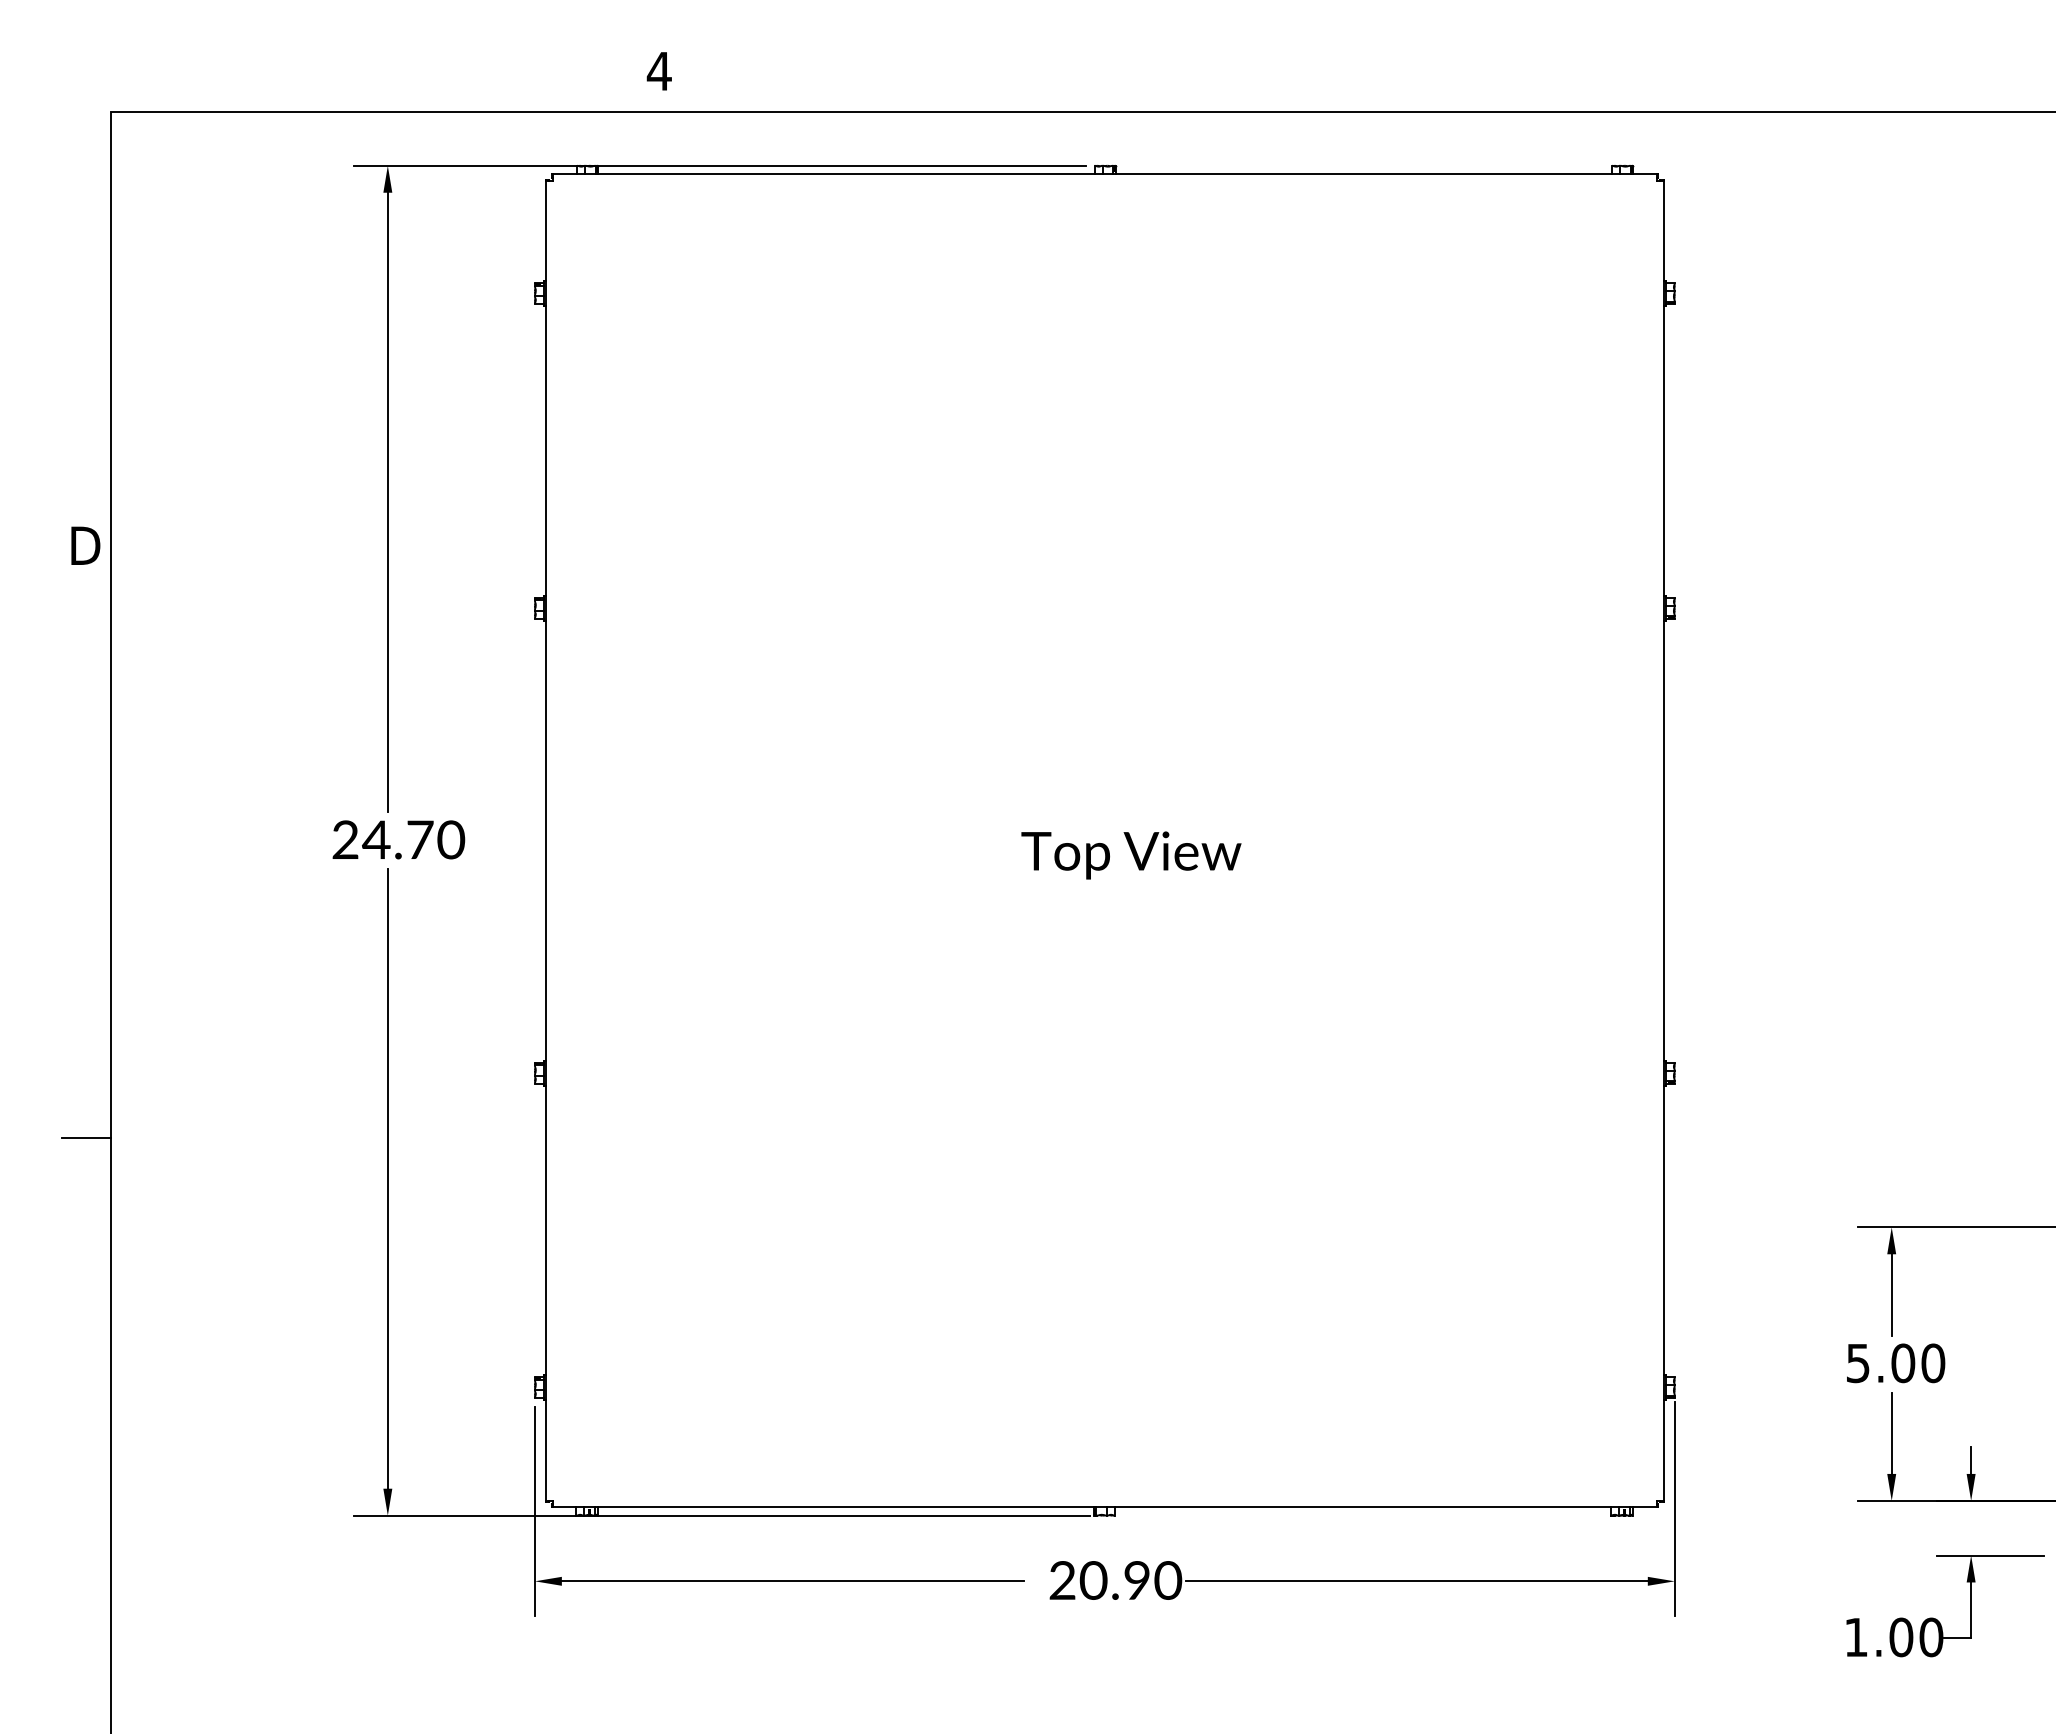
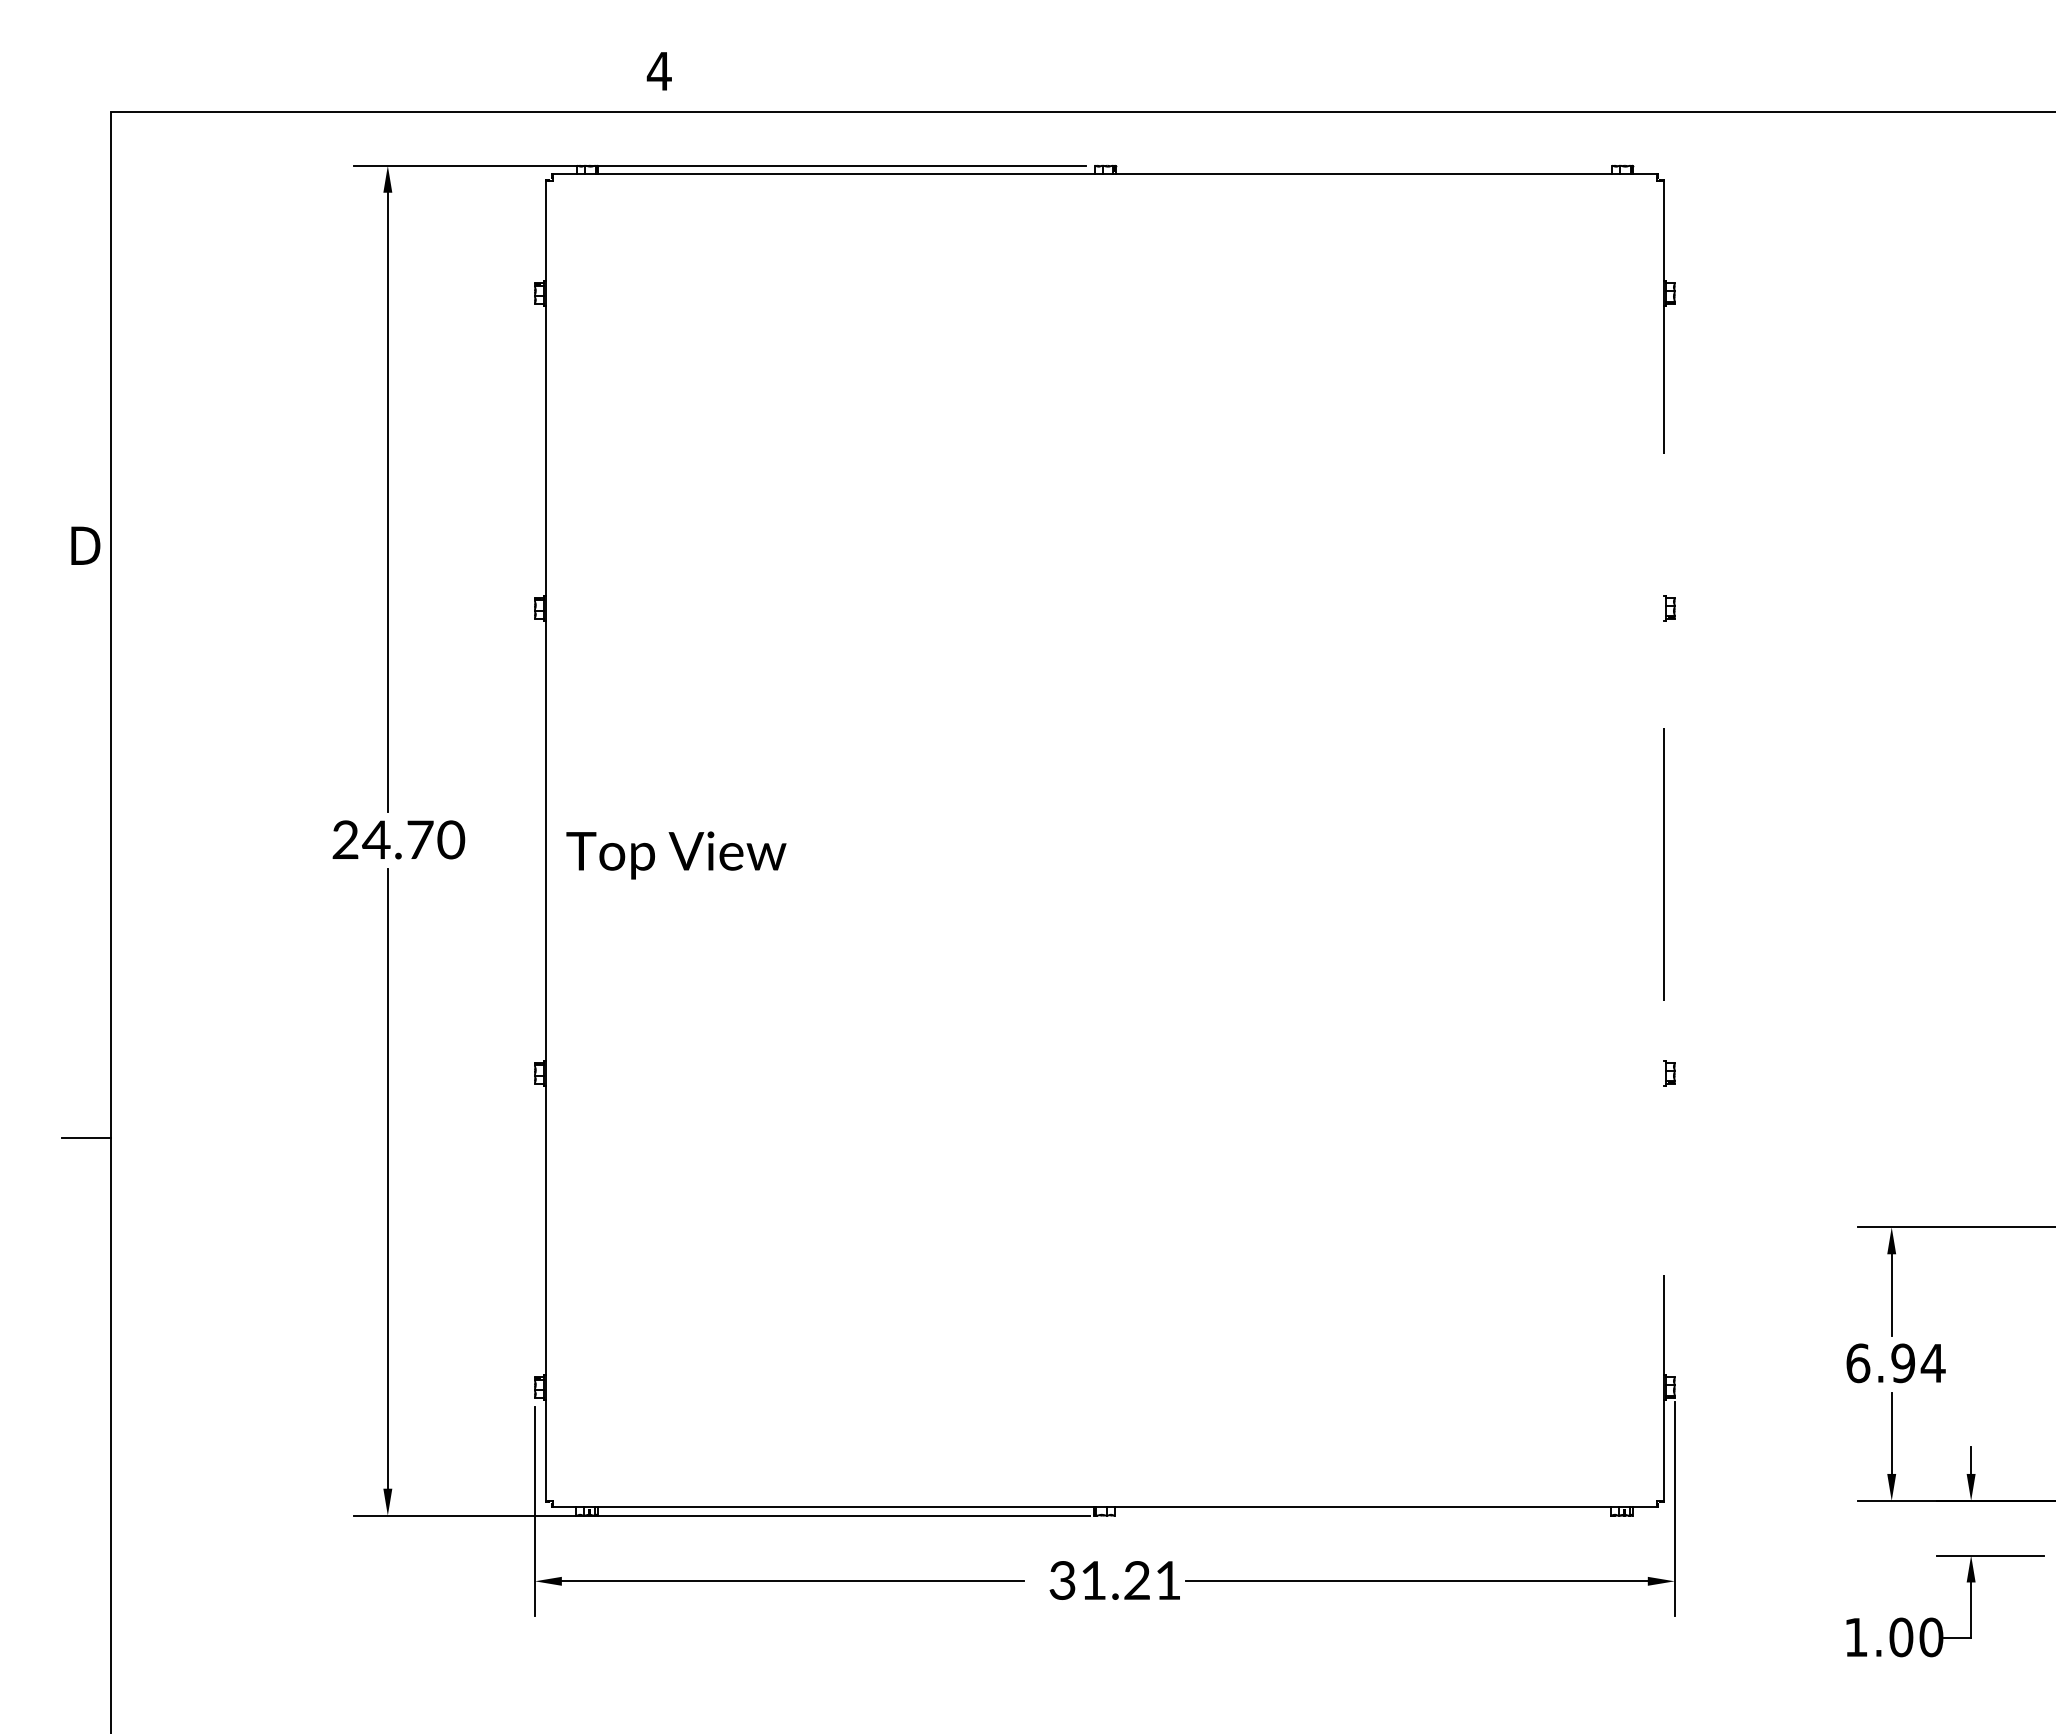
line at (1663, 840): solid -> dashed
text at (1131, 855) position: (1131, 855) -> (676, 855)
text at (1895, 1363): 5.00 -> 6.94
text at (1115, 1580): 20.90 -> 31.21
